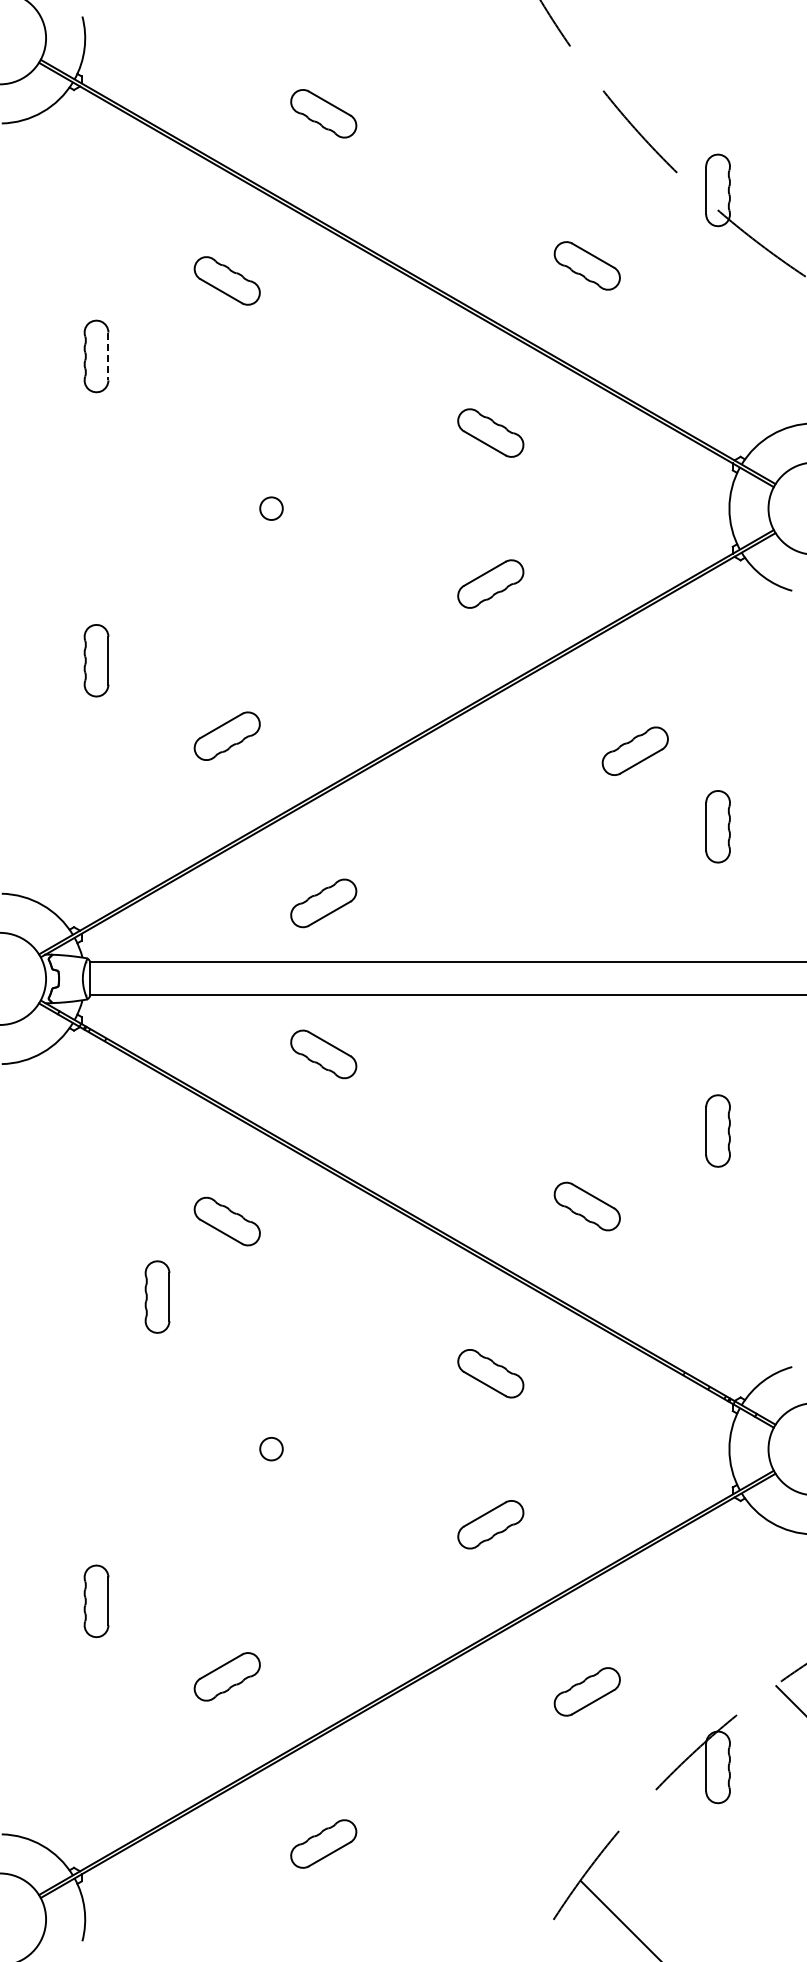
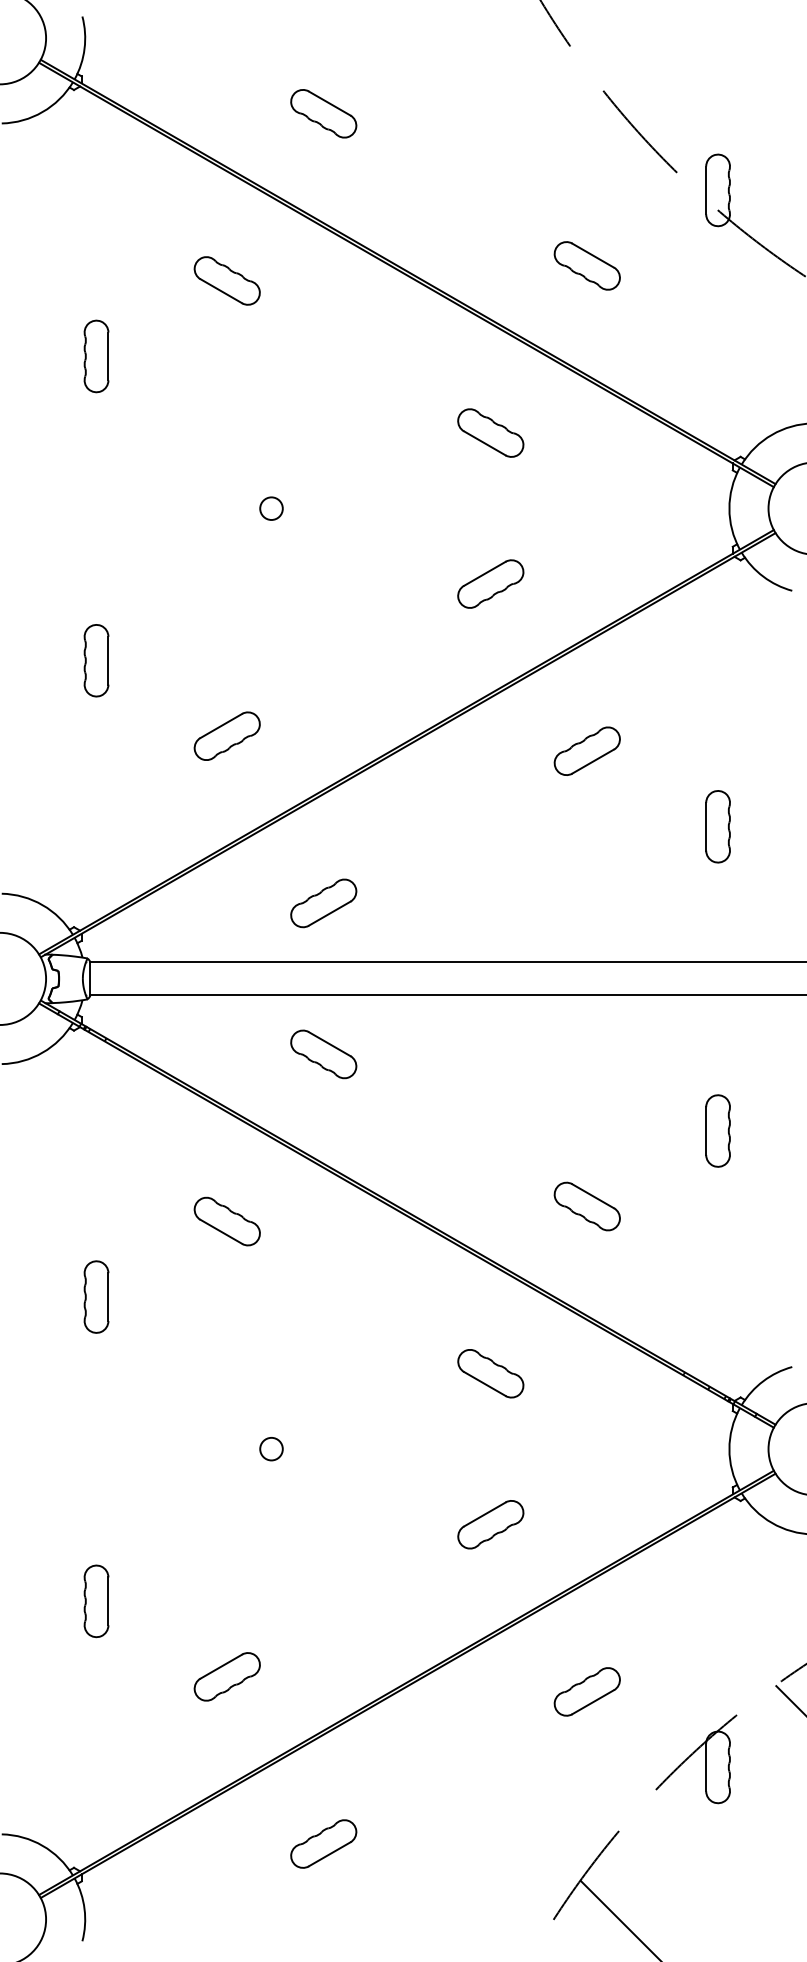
line at (108, 356): dashed -> solid
part at (634, 750) position: (634, 750) -> (586, 750)
part at (157, 1296) position: (157, 1296) -> (96, 1296)
